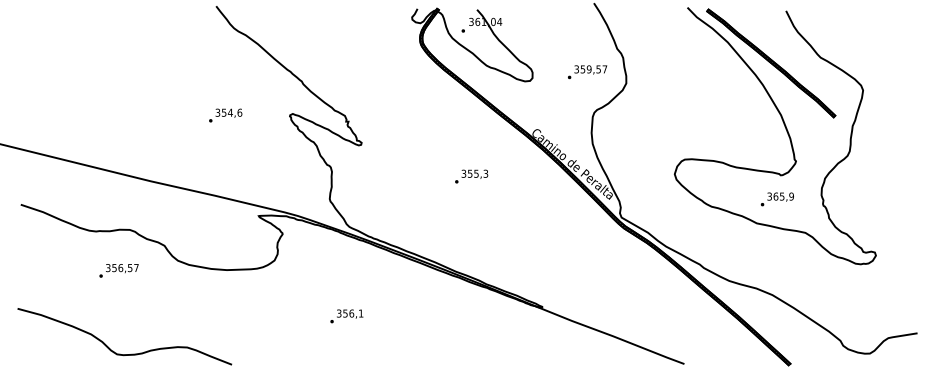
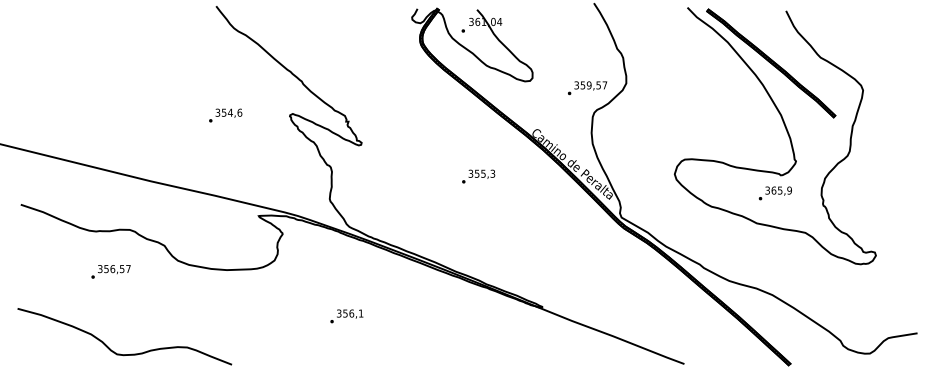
text at (587, 72) position: (587, 72) -> (587, 88)
text at (471, 176) position: (471, 176) -> (478, 176)
text at (776, 199) position: (776, 199) -> (774, 193)
text at (118, 270) position: (118, 270) -> (110, 271)
